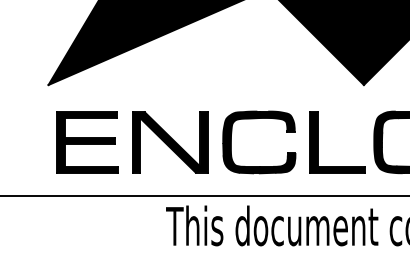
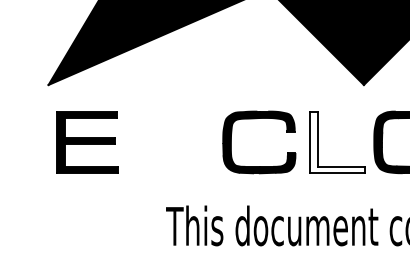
part at (170, 142): present -> none
fill at (337, 142): present -> none
line at (204, 195): present -> none
